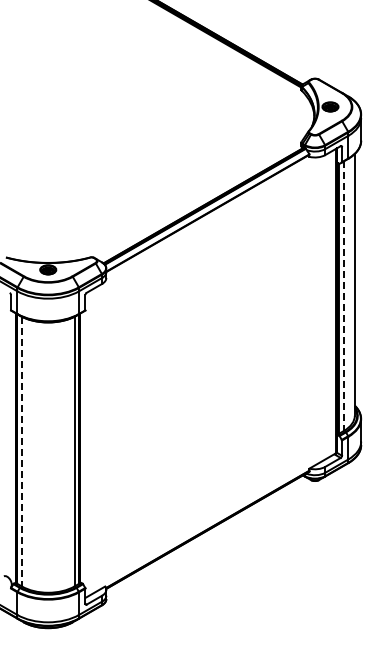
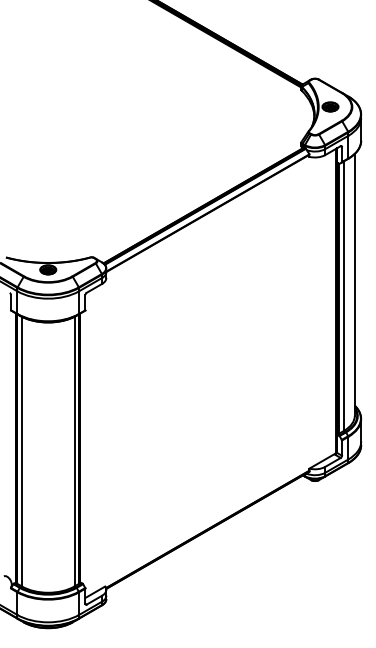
line at (343, 296): dashed -> solid
line at (21, 451): dashed -> solid
